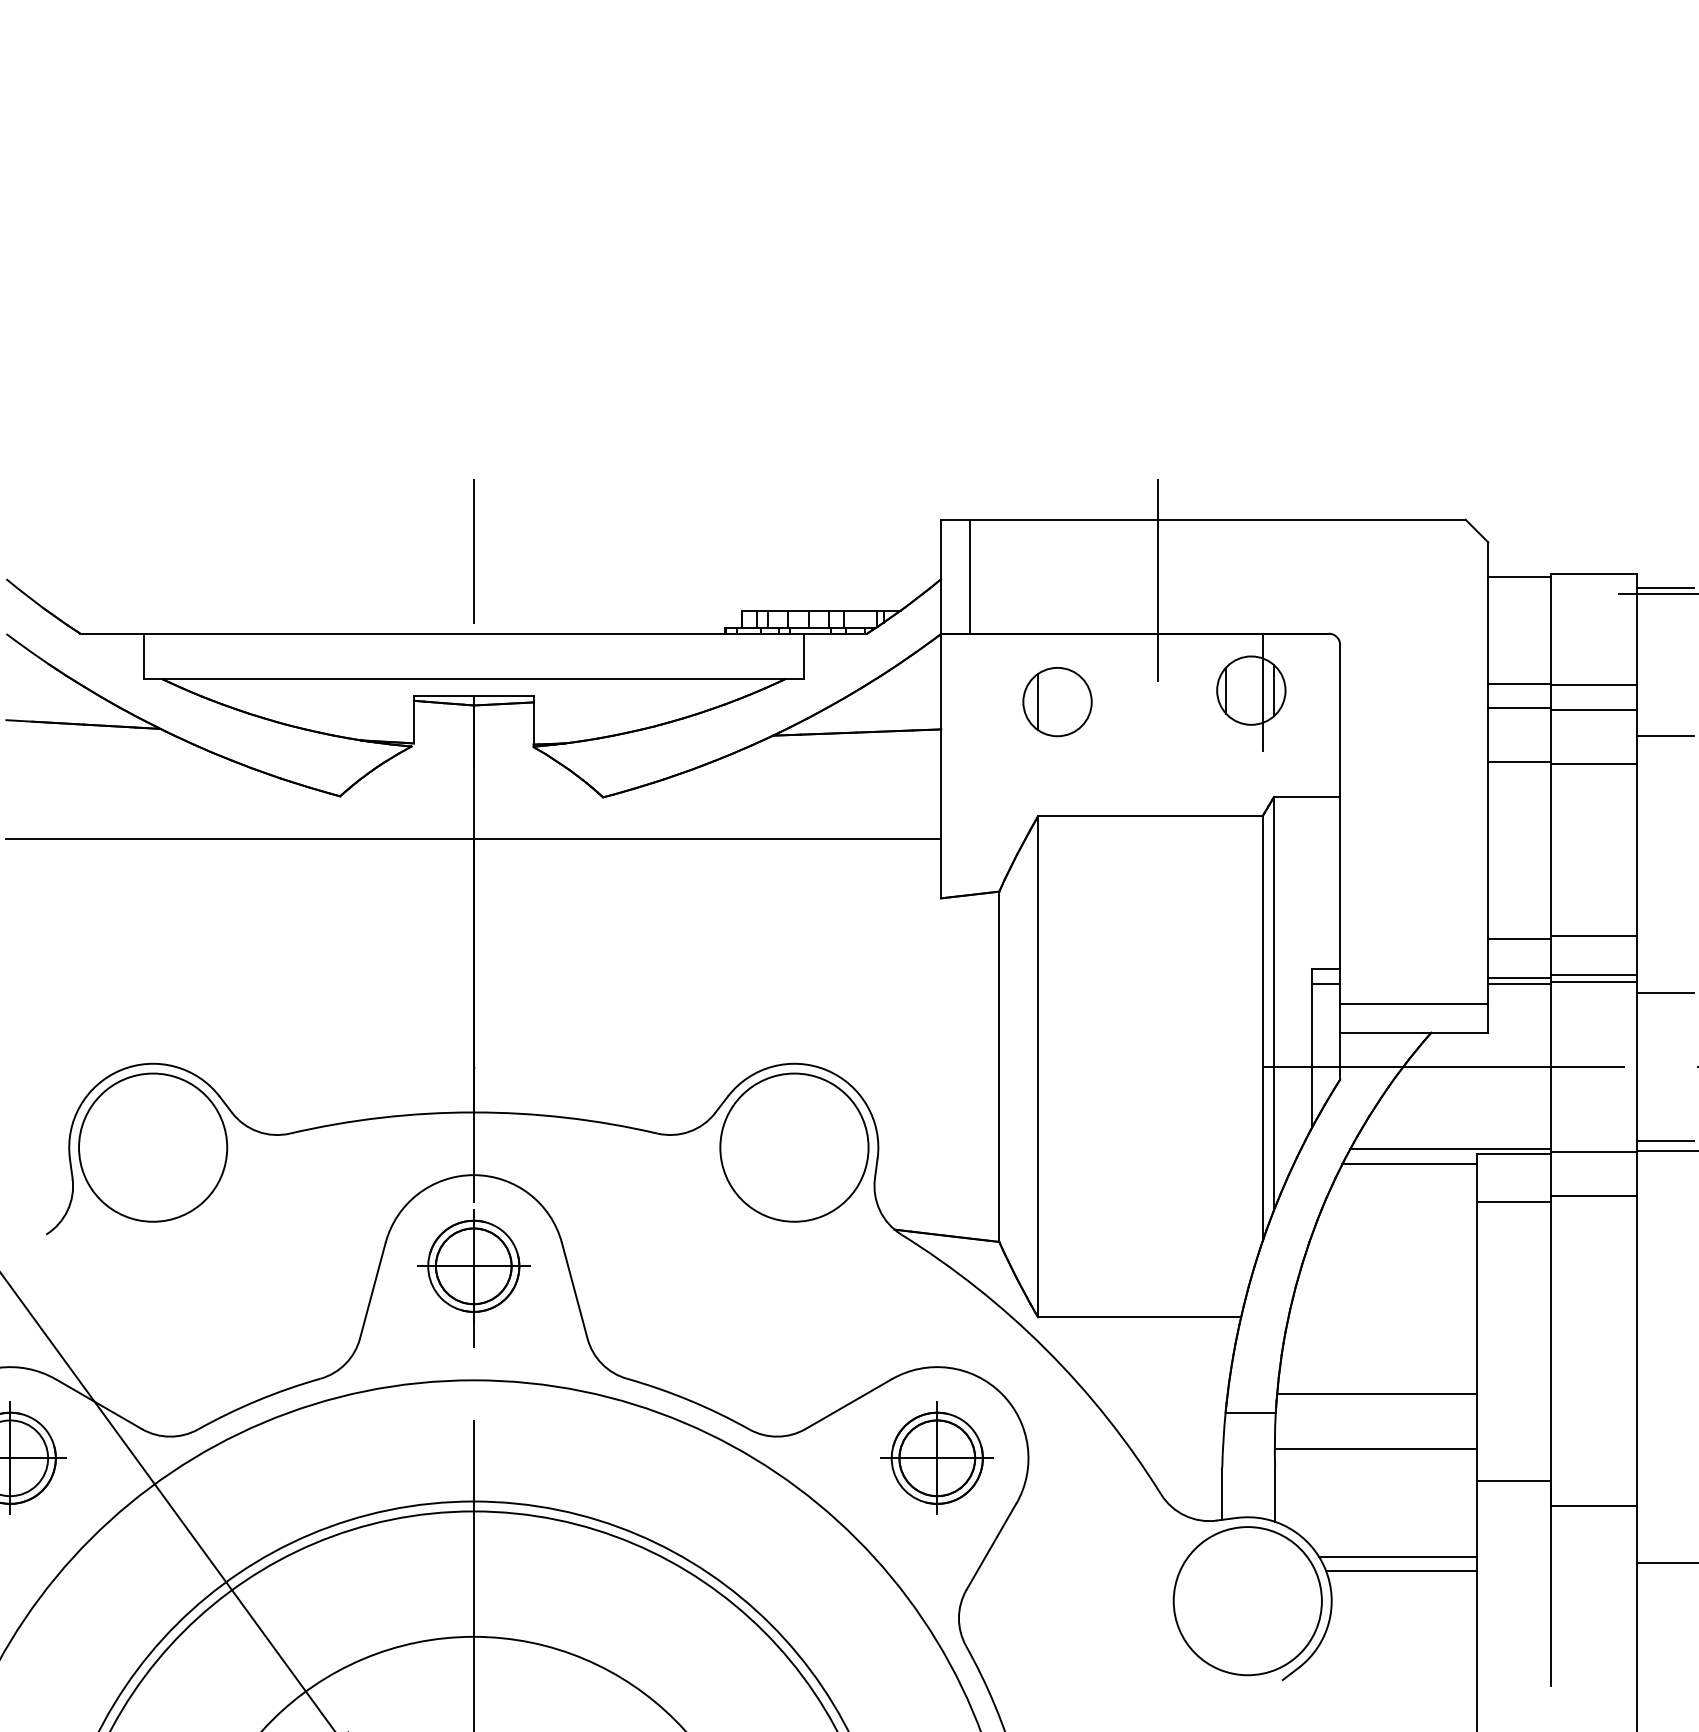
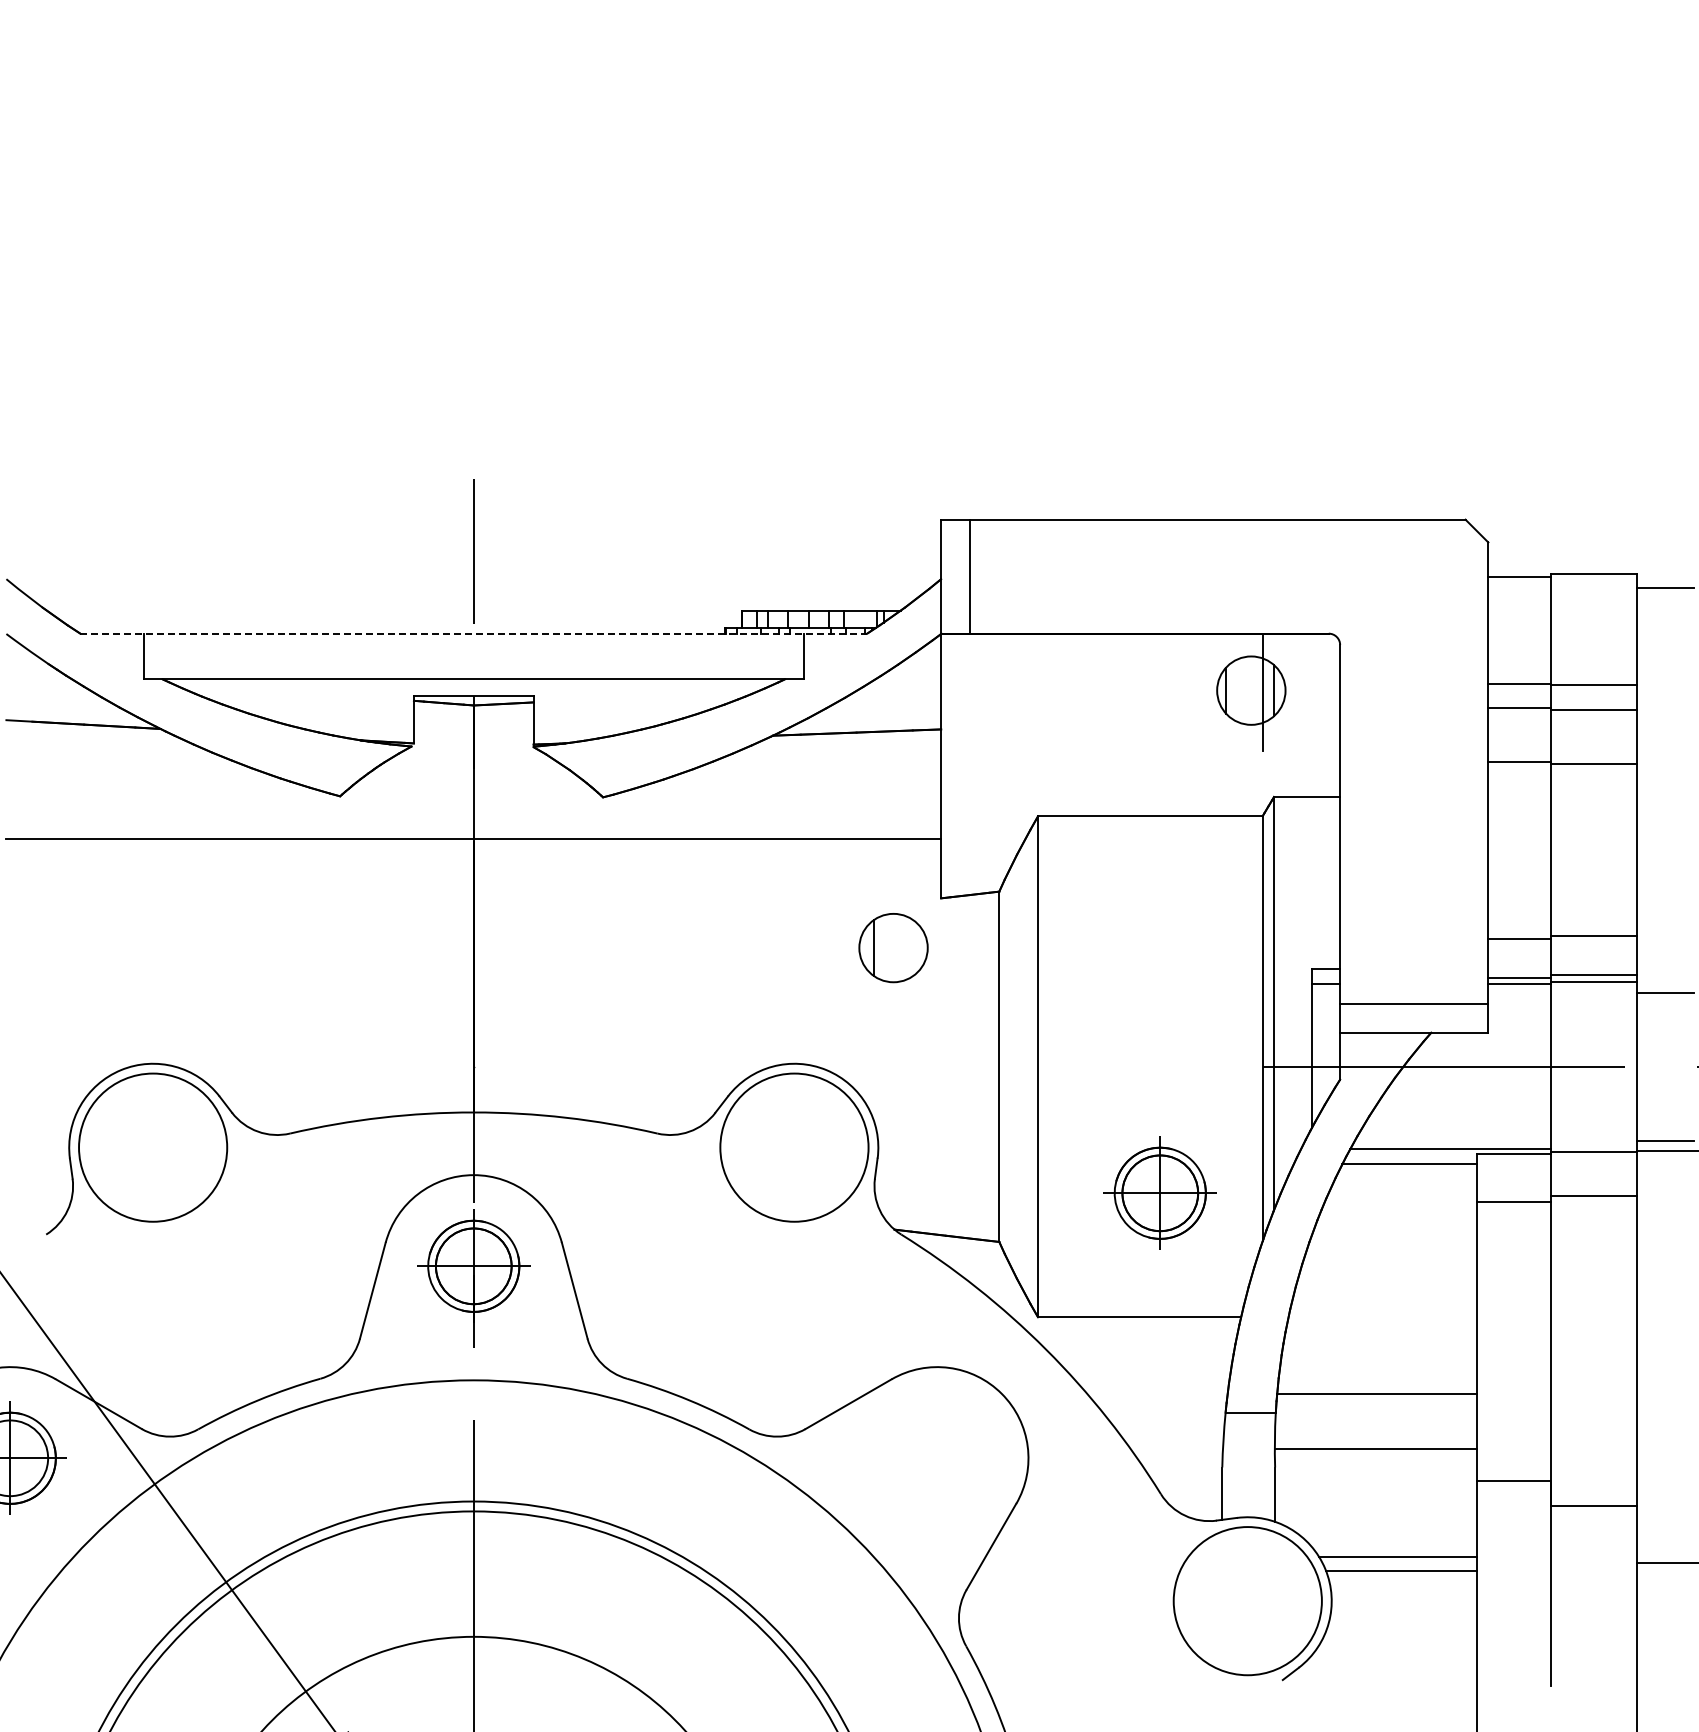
line at (1157, 580): present -> none
line at (1657, 593): present -> none
line at (474, 633): solid -> dashed
part at (1057, 702) position: (1057, 702) -> (893, 948)
line at (1664, 736): present -> none
part at (936, 1457) position: (936, 1457) -> (1159, 1192)
